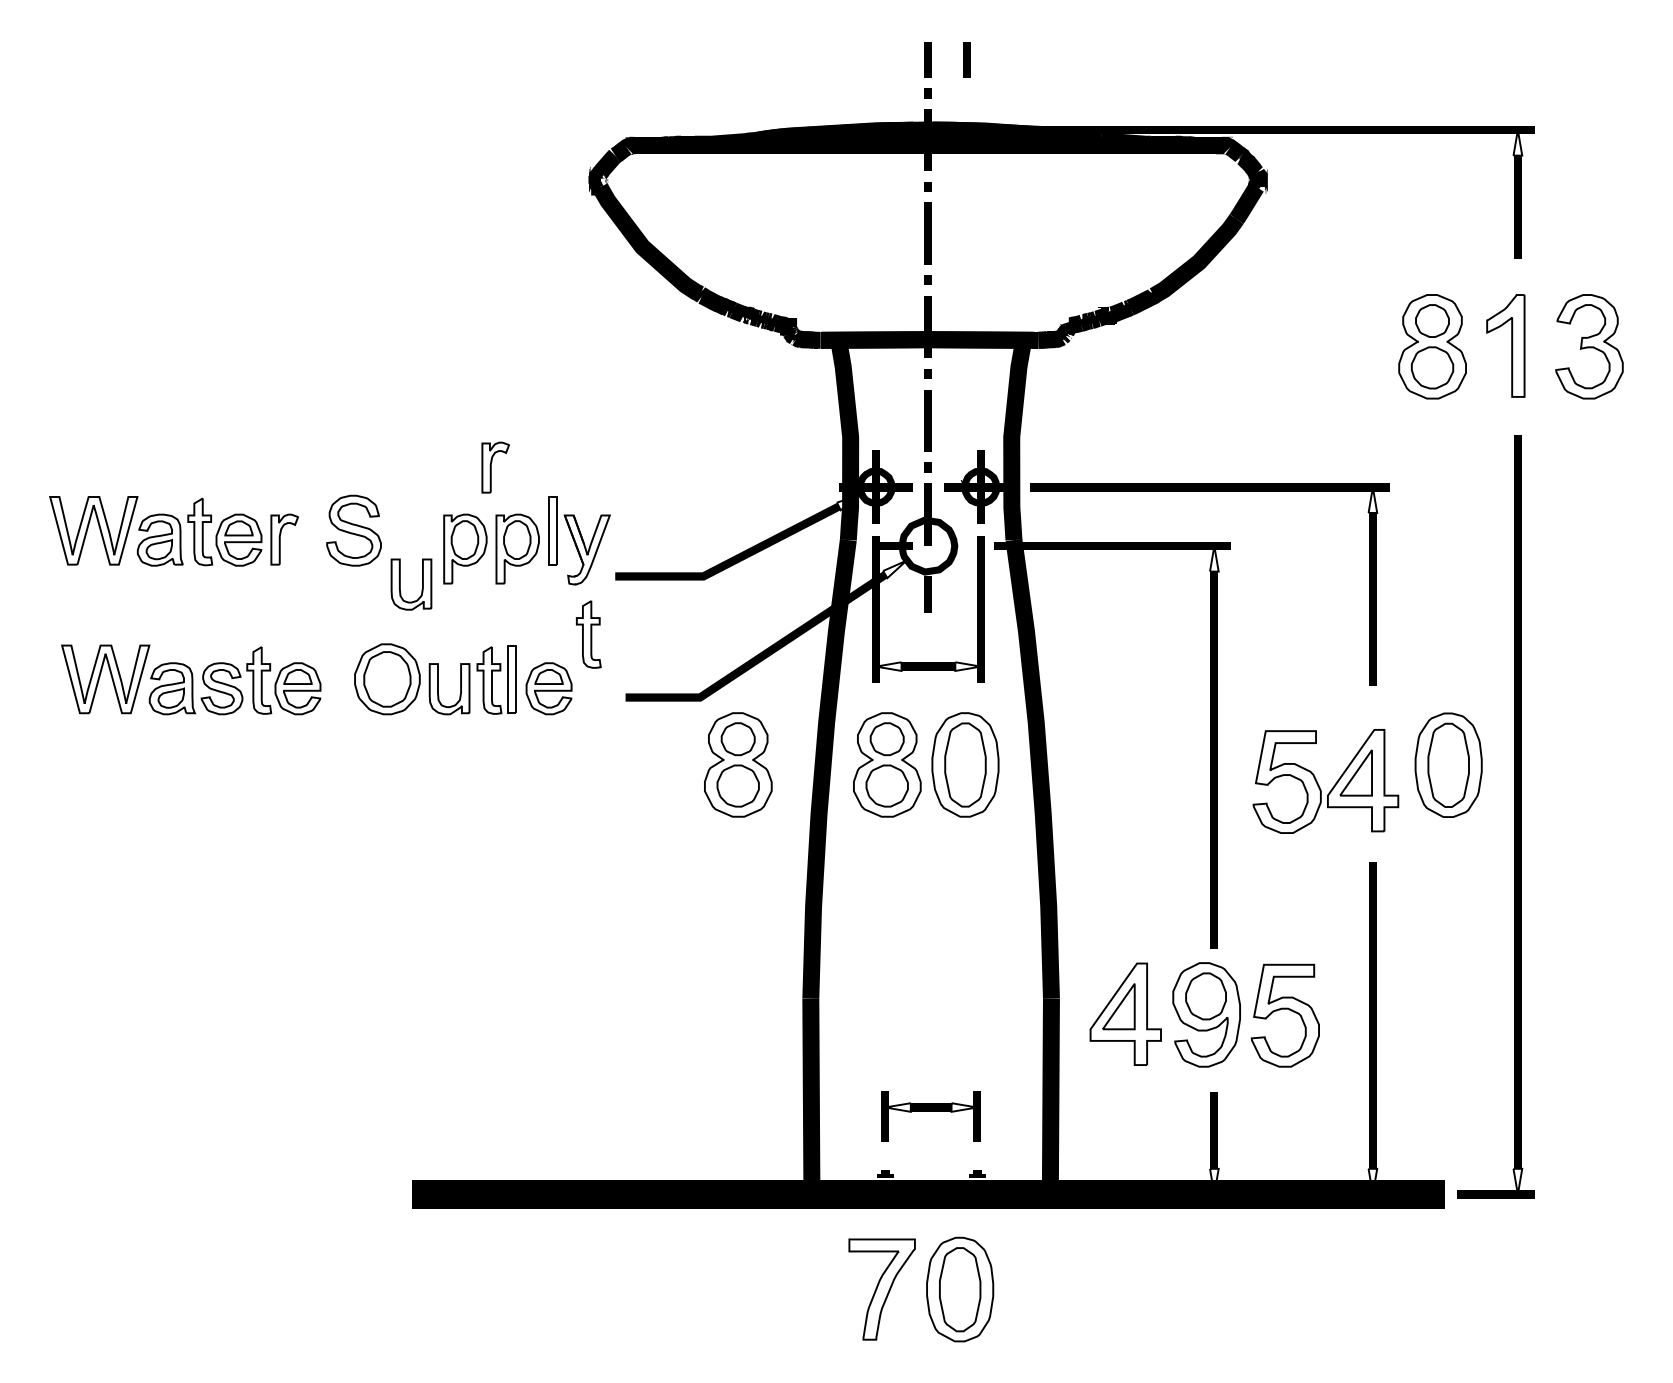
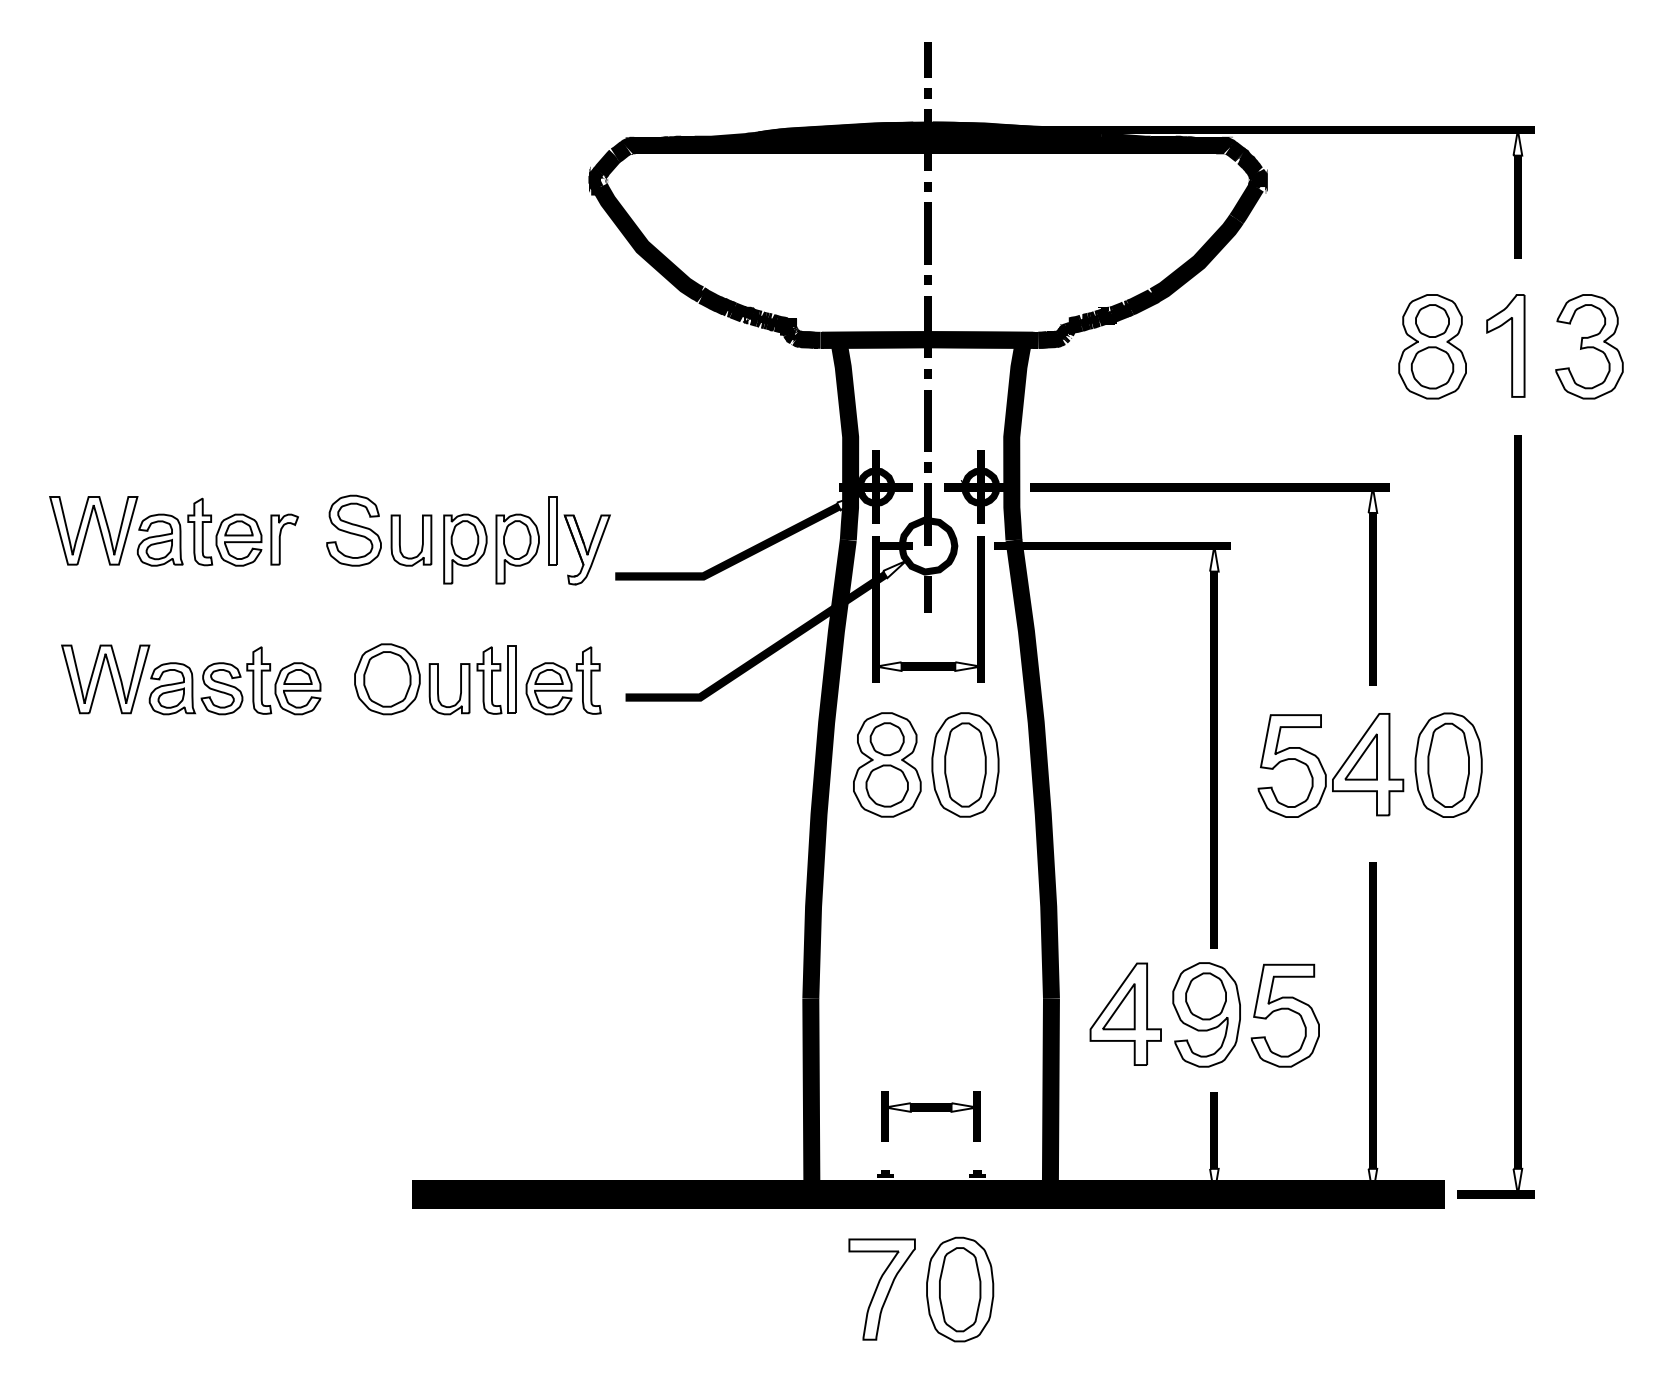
line at (966, 59): present -> none
part at (495, 467): present -> none
part at (400, 584) position: (400, 584) -> (400, 540)
part at (588, 634) position: (588, 634) -> (588, 680)
part at (738, 764): present -> none
part at (1319, 785) position: (1319, 785) -> (1324, 769)
